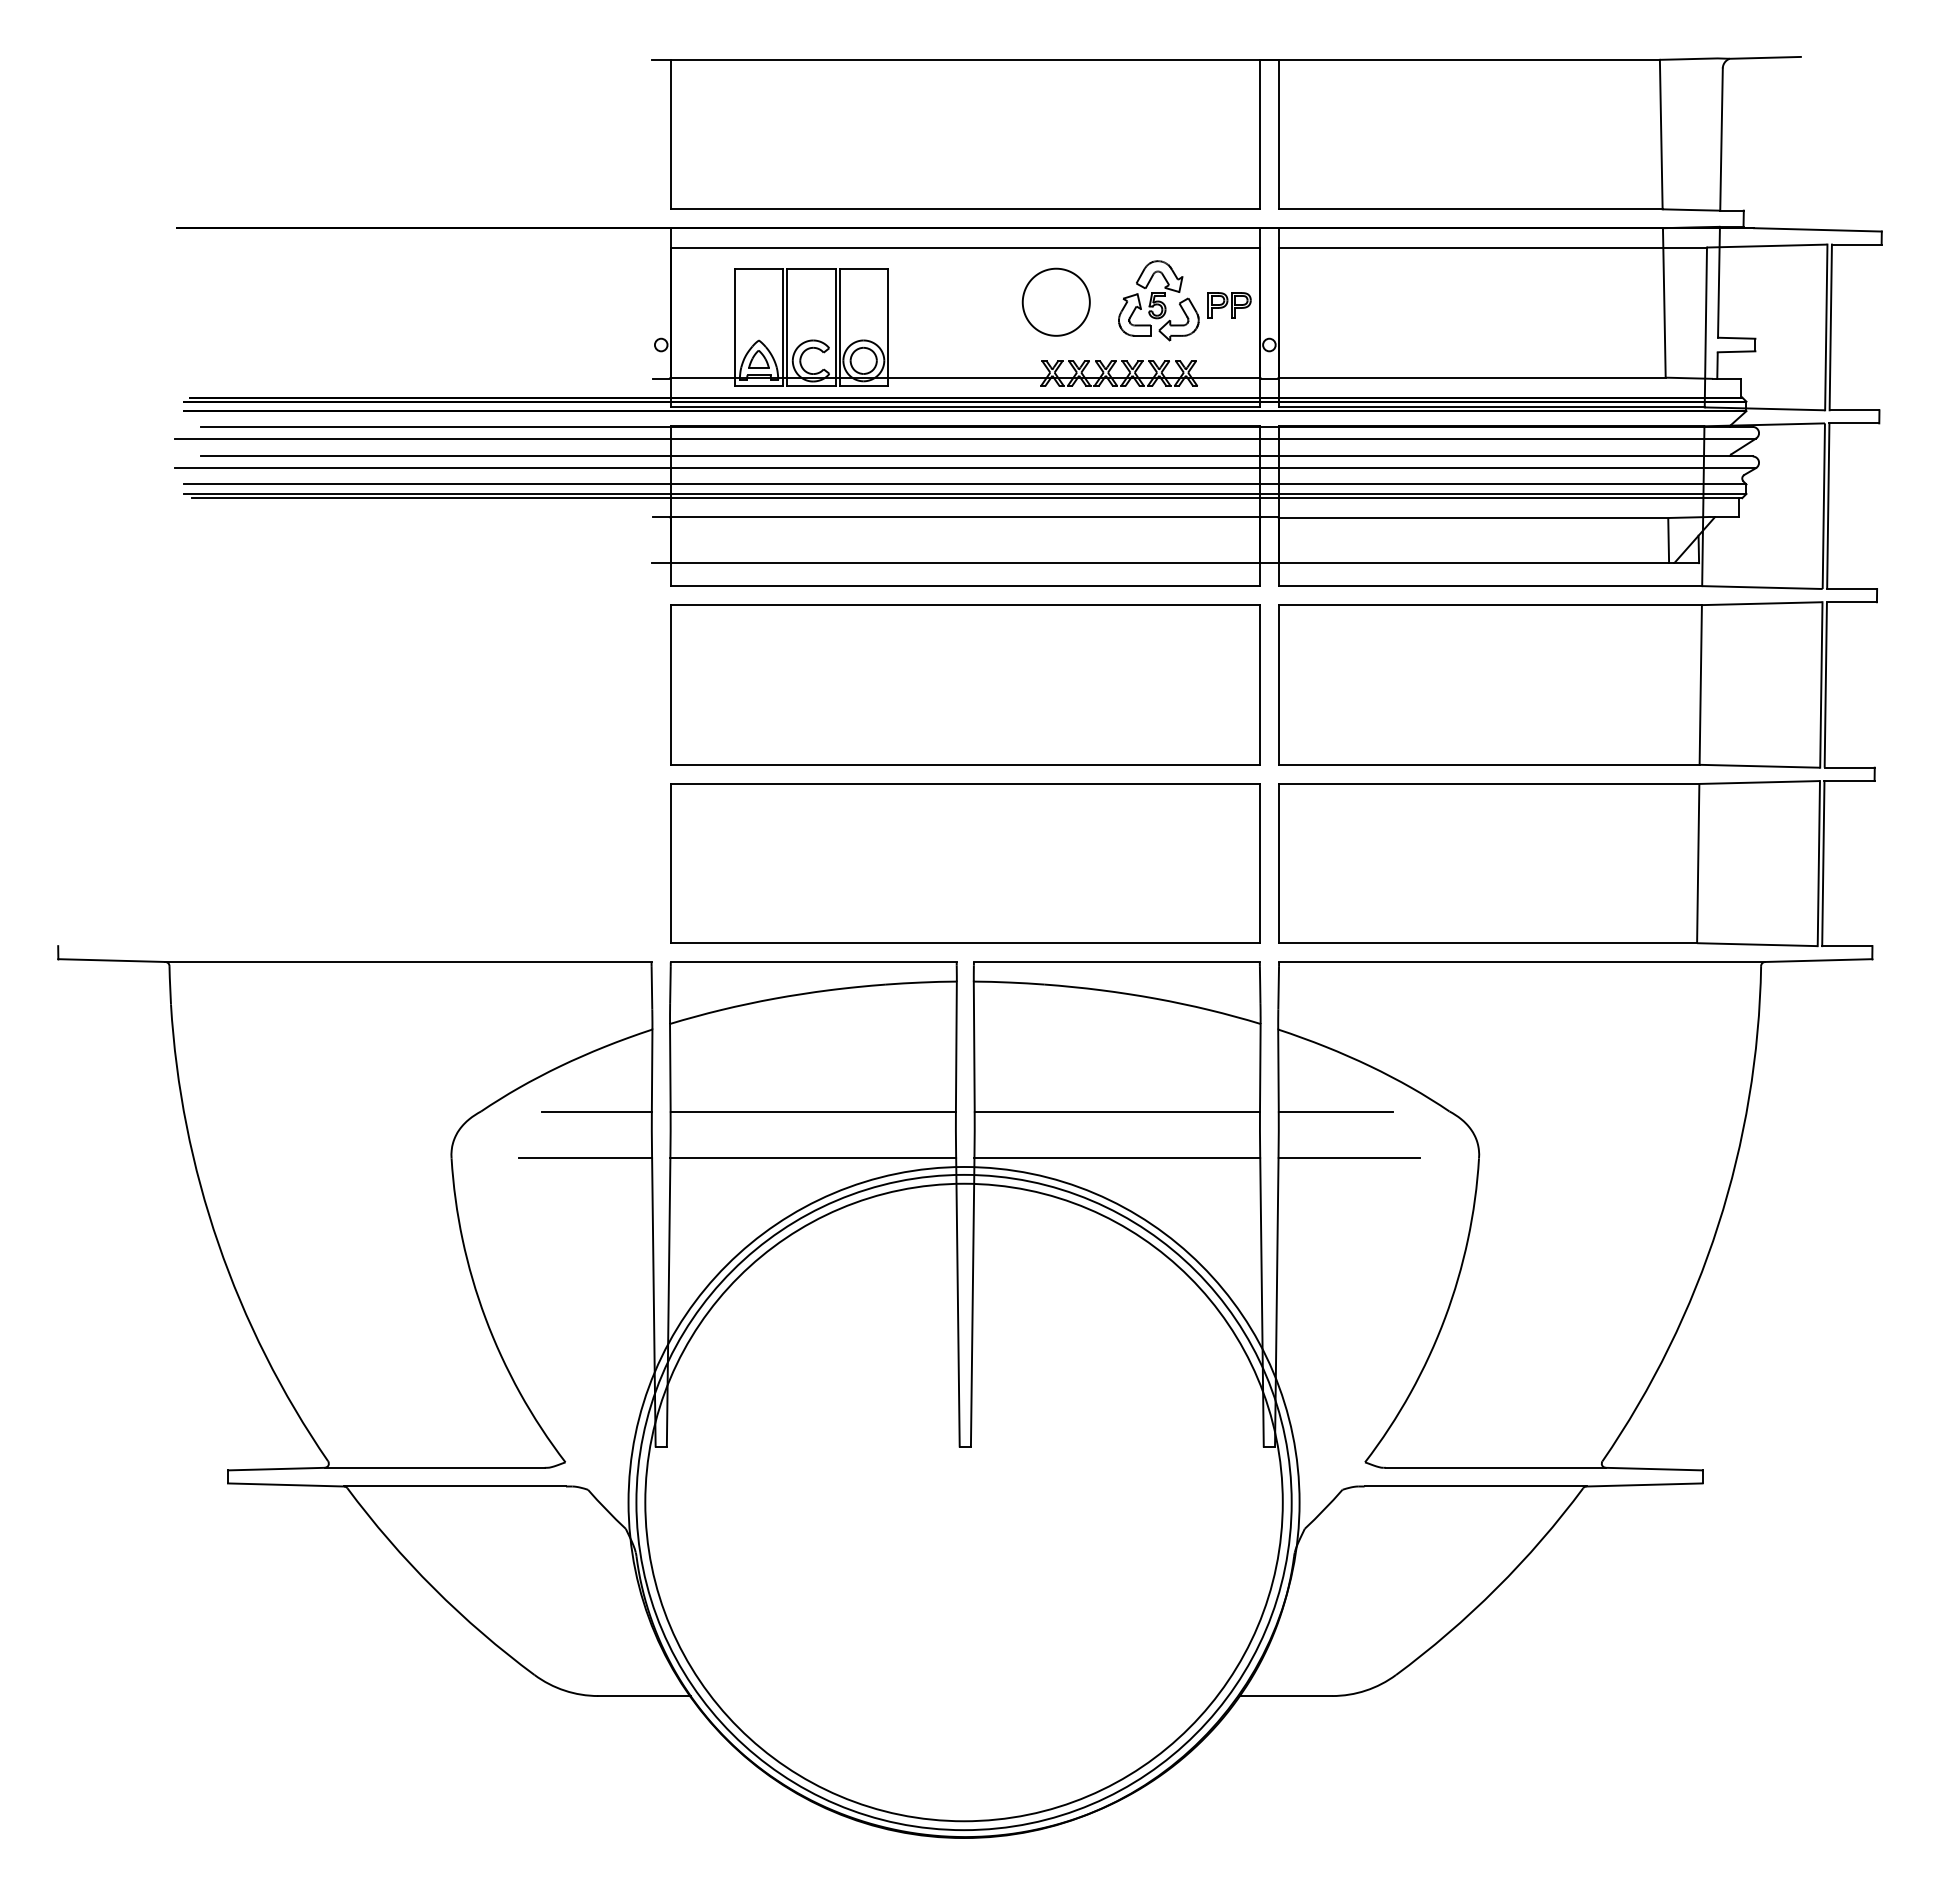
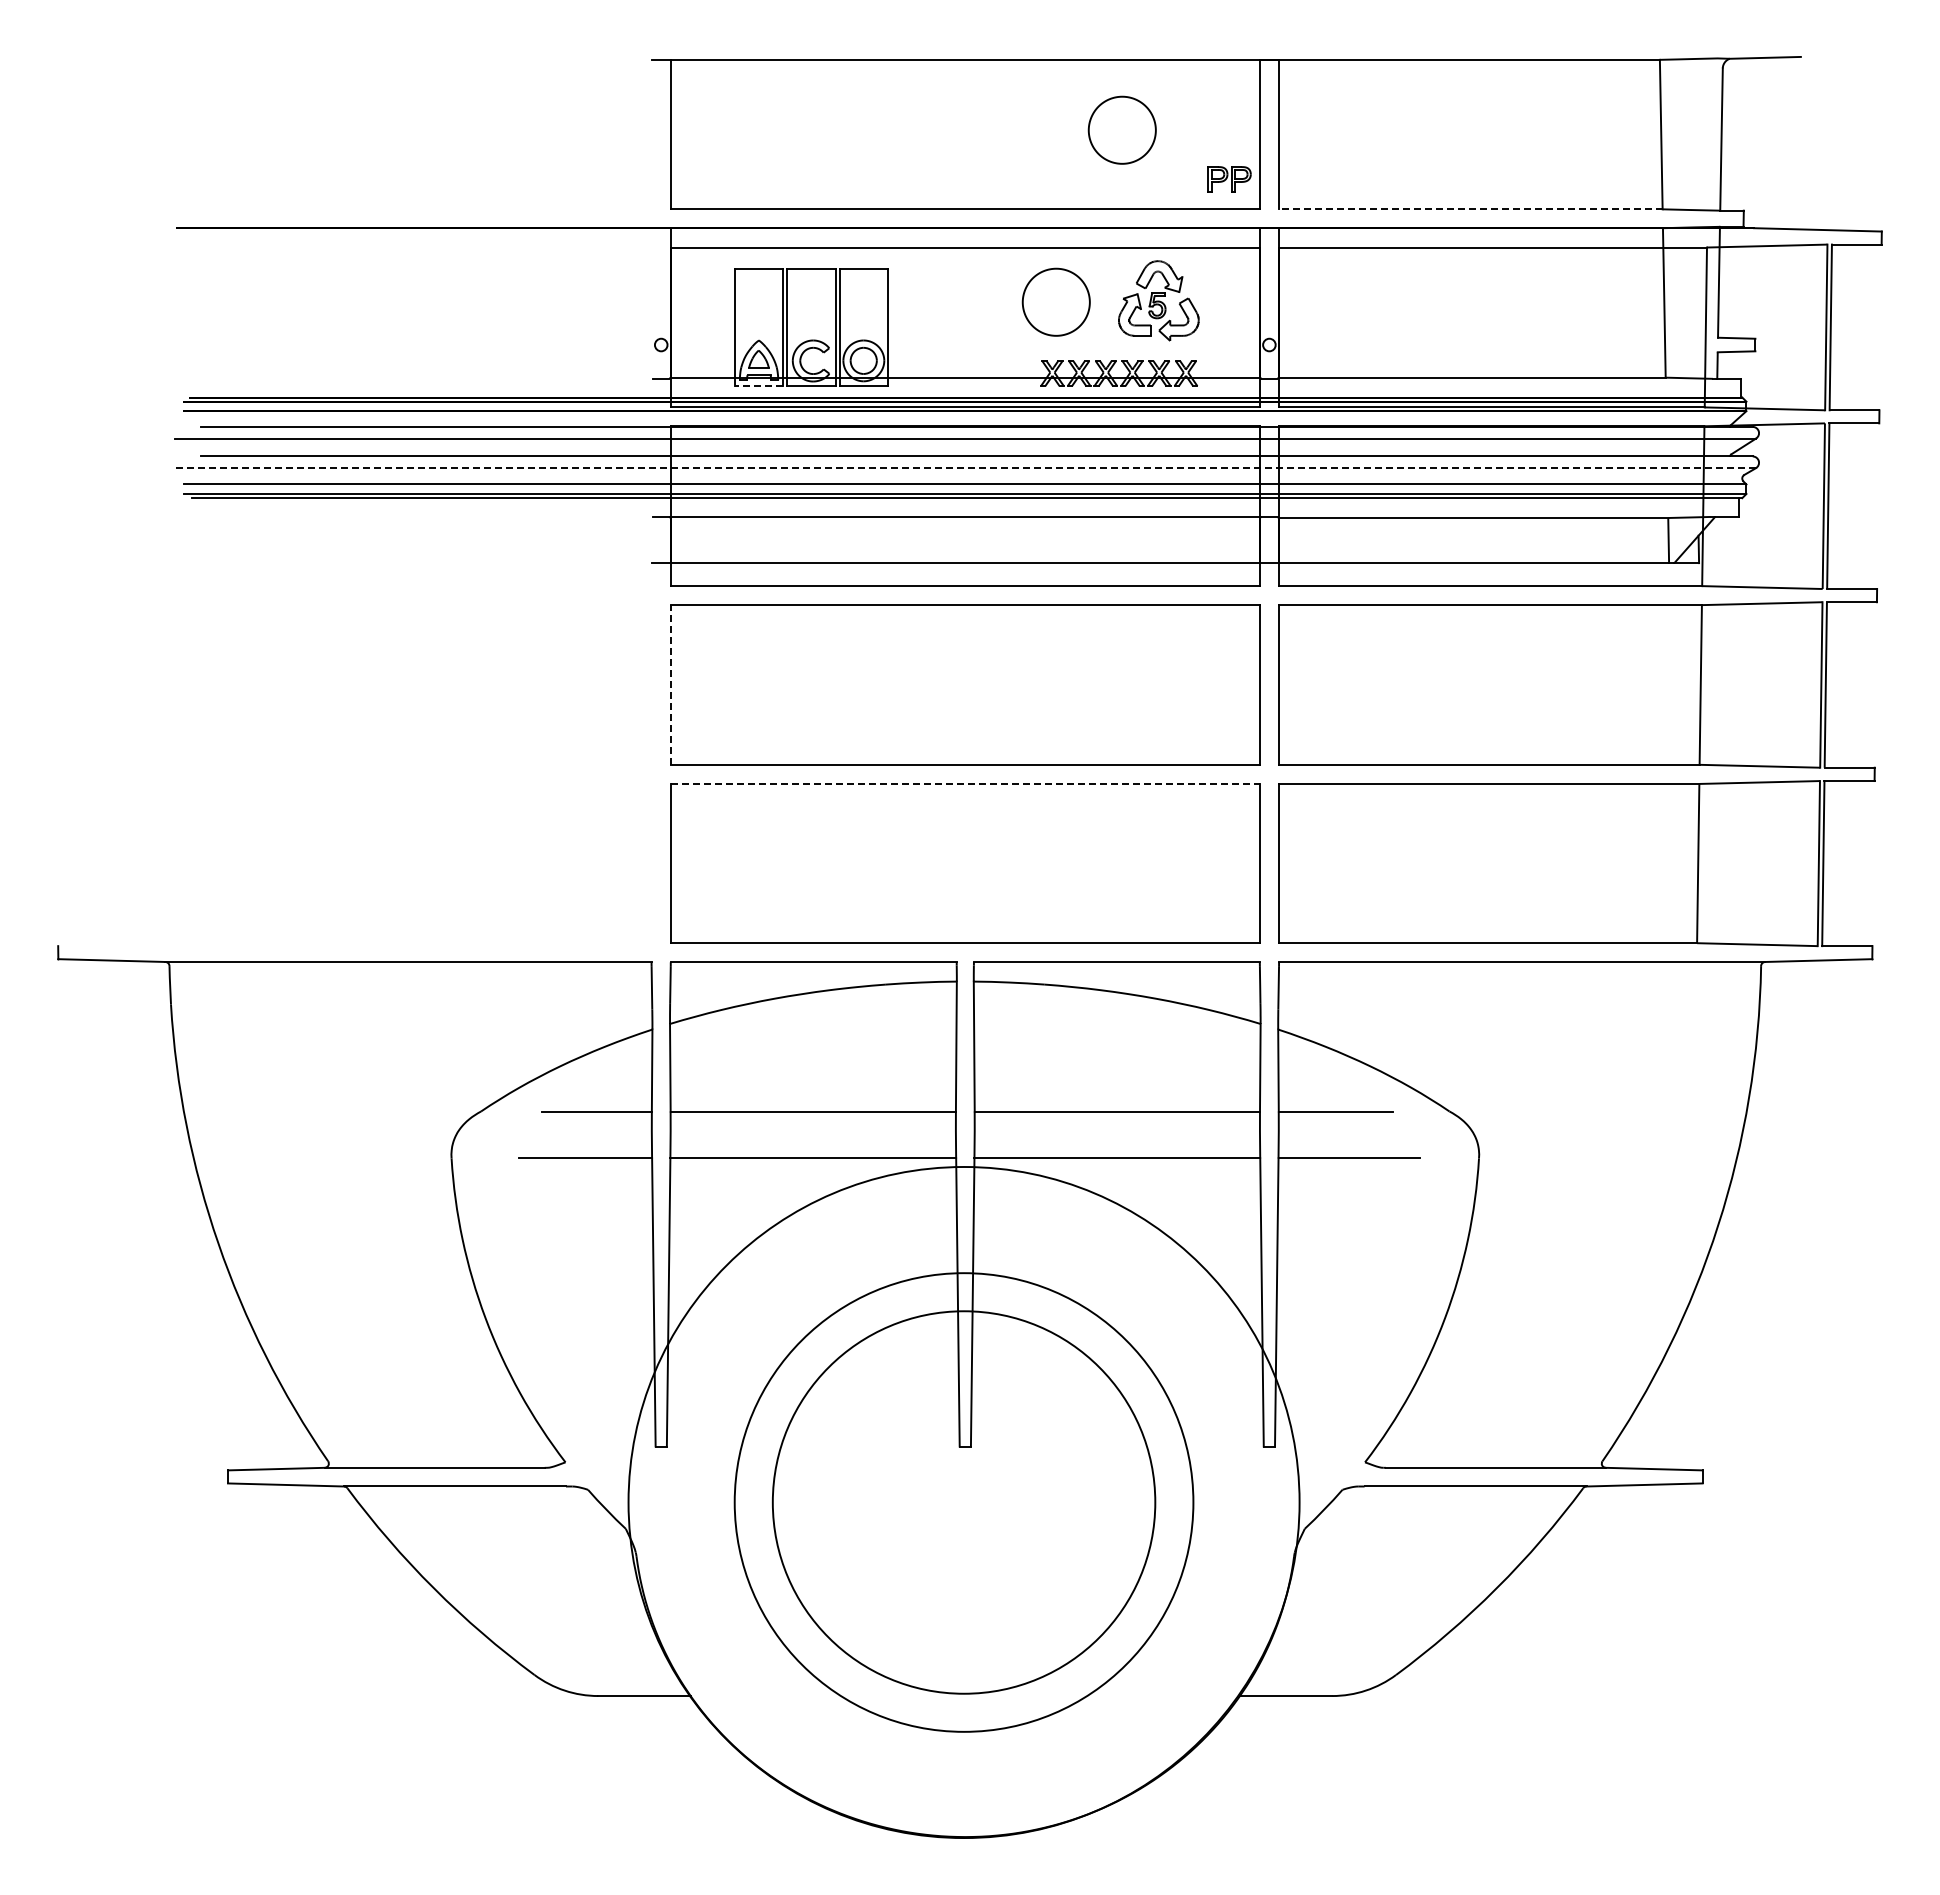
part at (1121, 129): none -> present
line at (1470, 209): solid -> dashed
part at (1229, 305) position: (1229, 305) -> (1229, 179)
line at (759, 385): solid -> dashed
line at (965, 468): solid -> dashed
line at (670, 684): solid -> dashed
line at (965, 783): solid -> dashed
circle at (963, 1502) diameter: 637 px -> 382 px
circle at (963, 1502) diameter: 655 px -> 459 px
